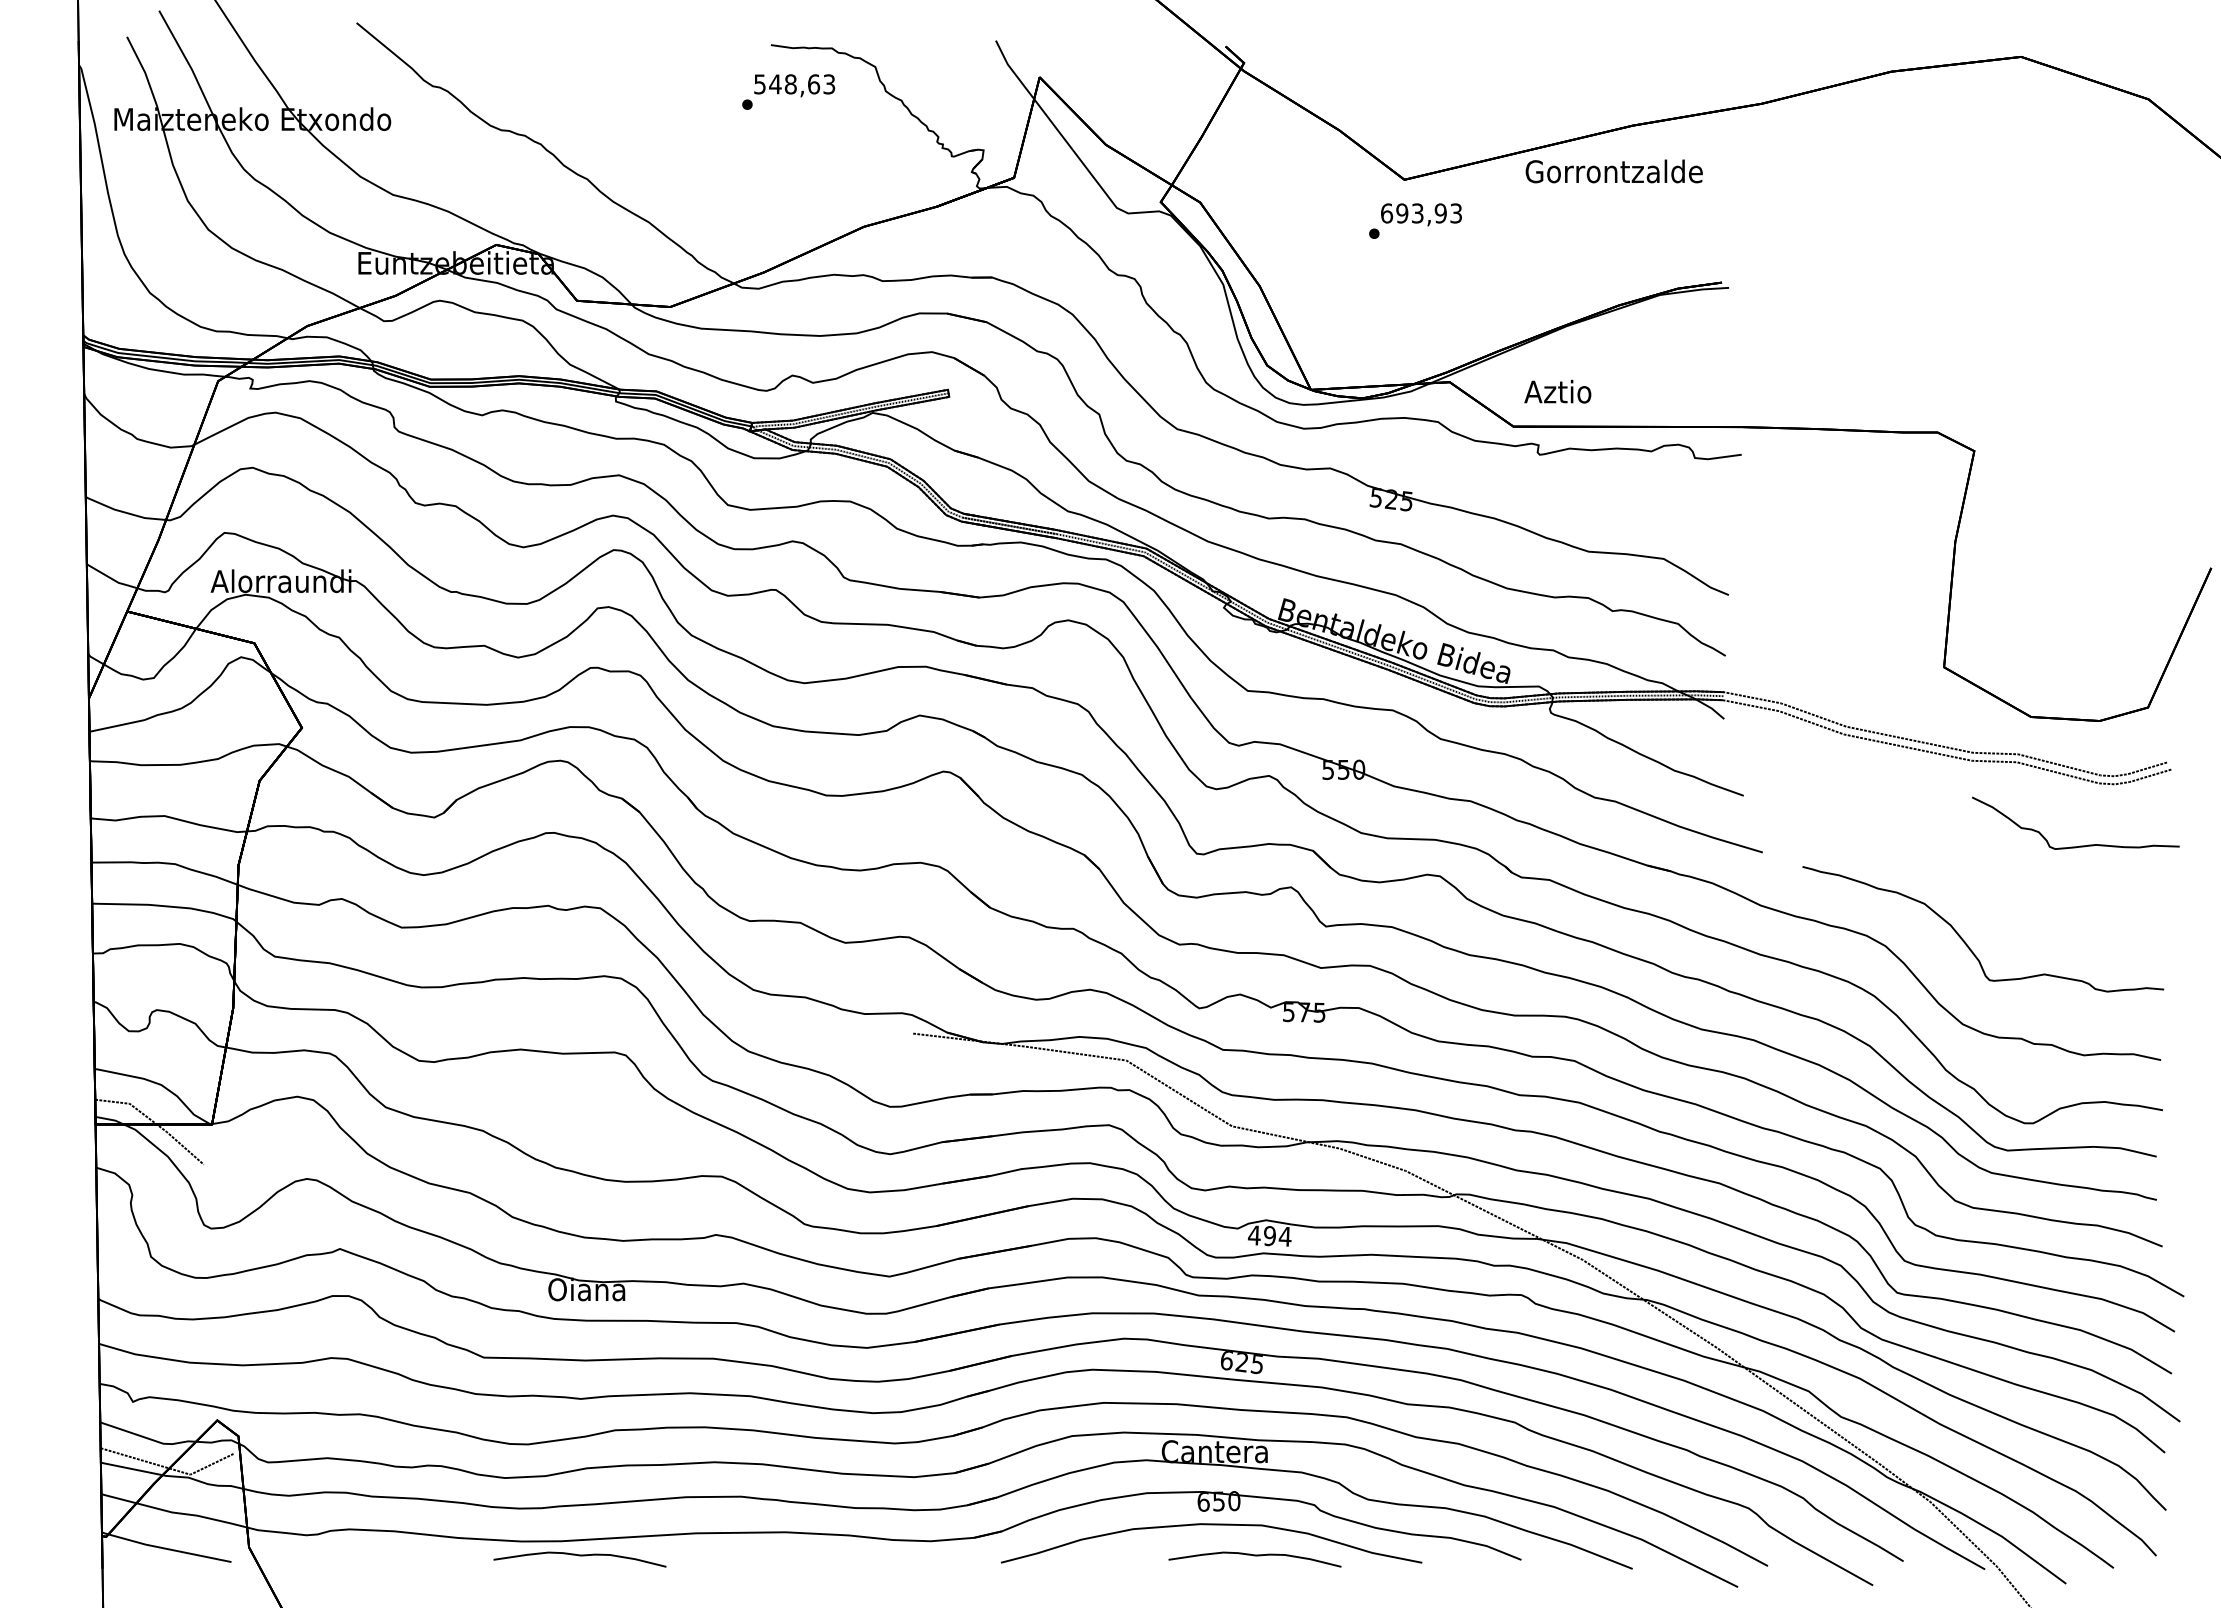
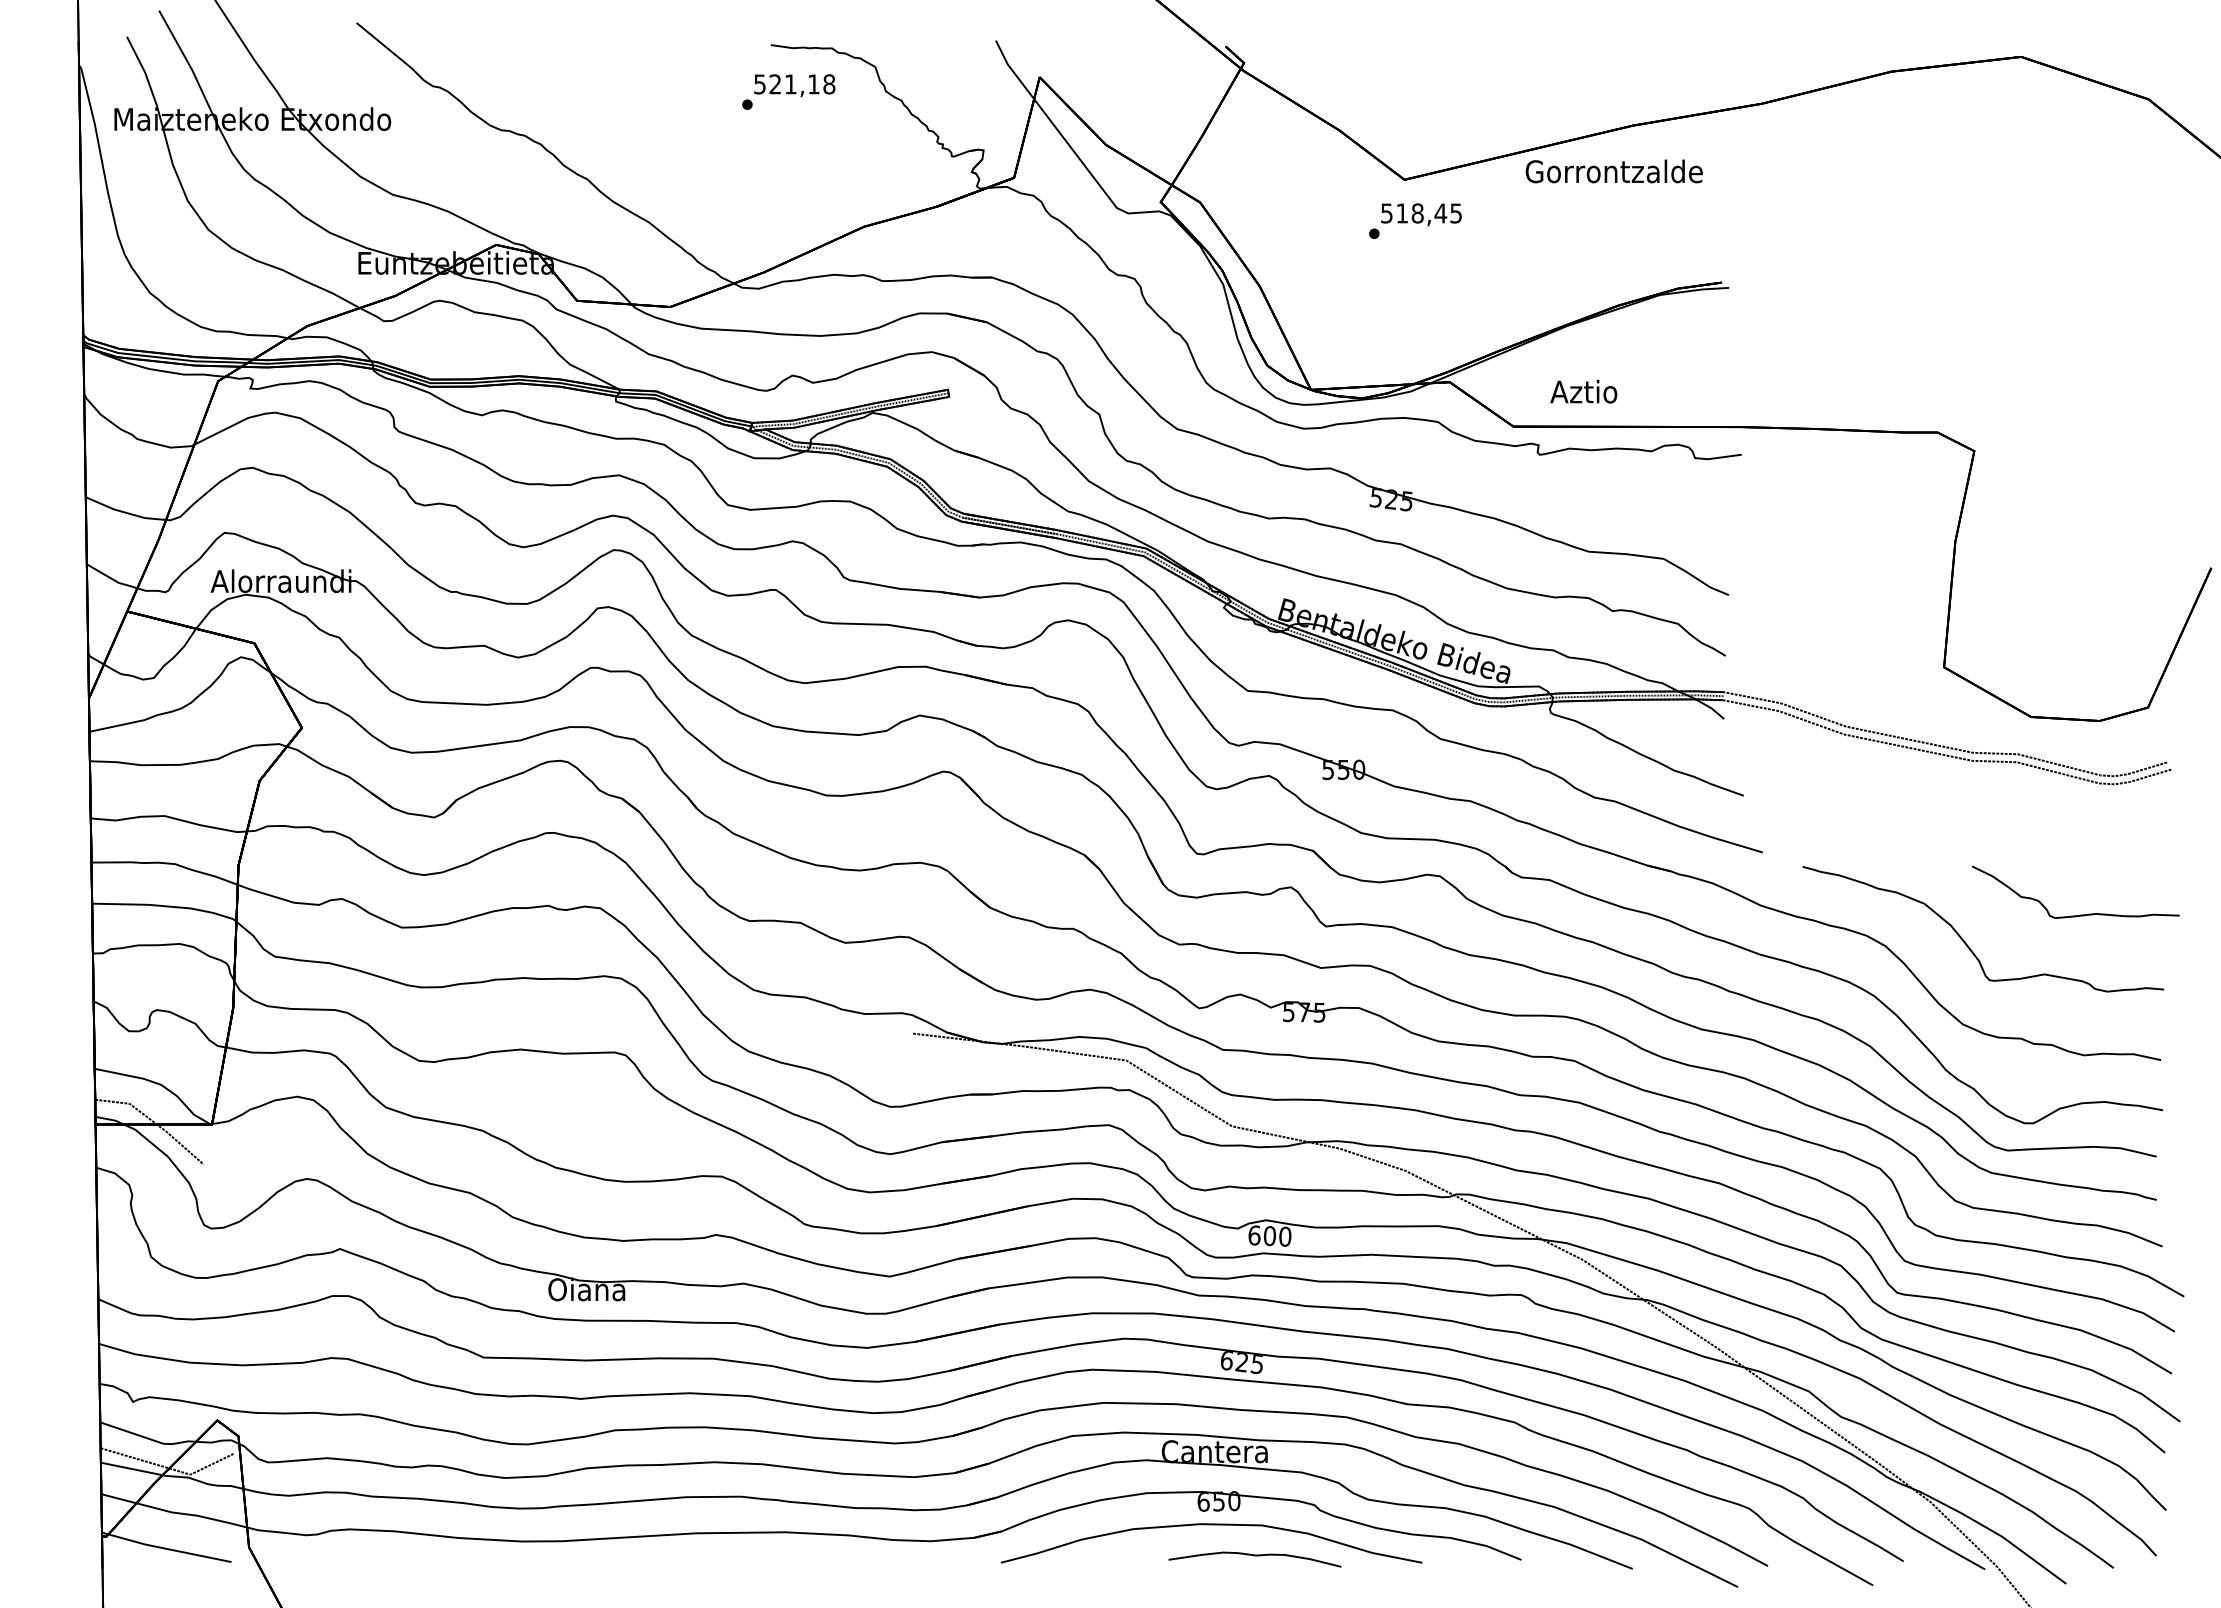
text at (802, 84): 548,63 -> 521,18
text at (1421, 213): 693,93 -> 518,45
text at (1557, 391) position: (1557, 391) -> (1583, 391)
part at (2079, 845) position: (2079, 845) -> (2079, 914)
text at (1269, 1235): 494 -> 600
part at (579, 1559): present -> none
